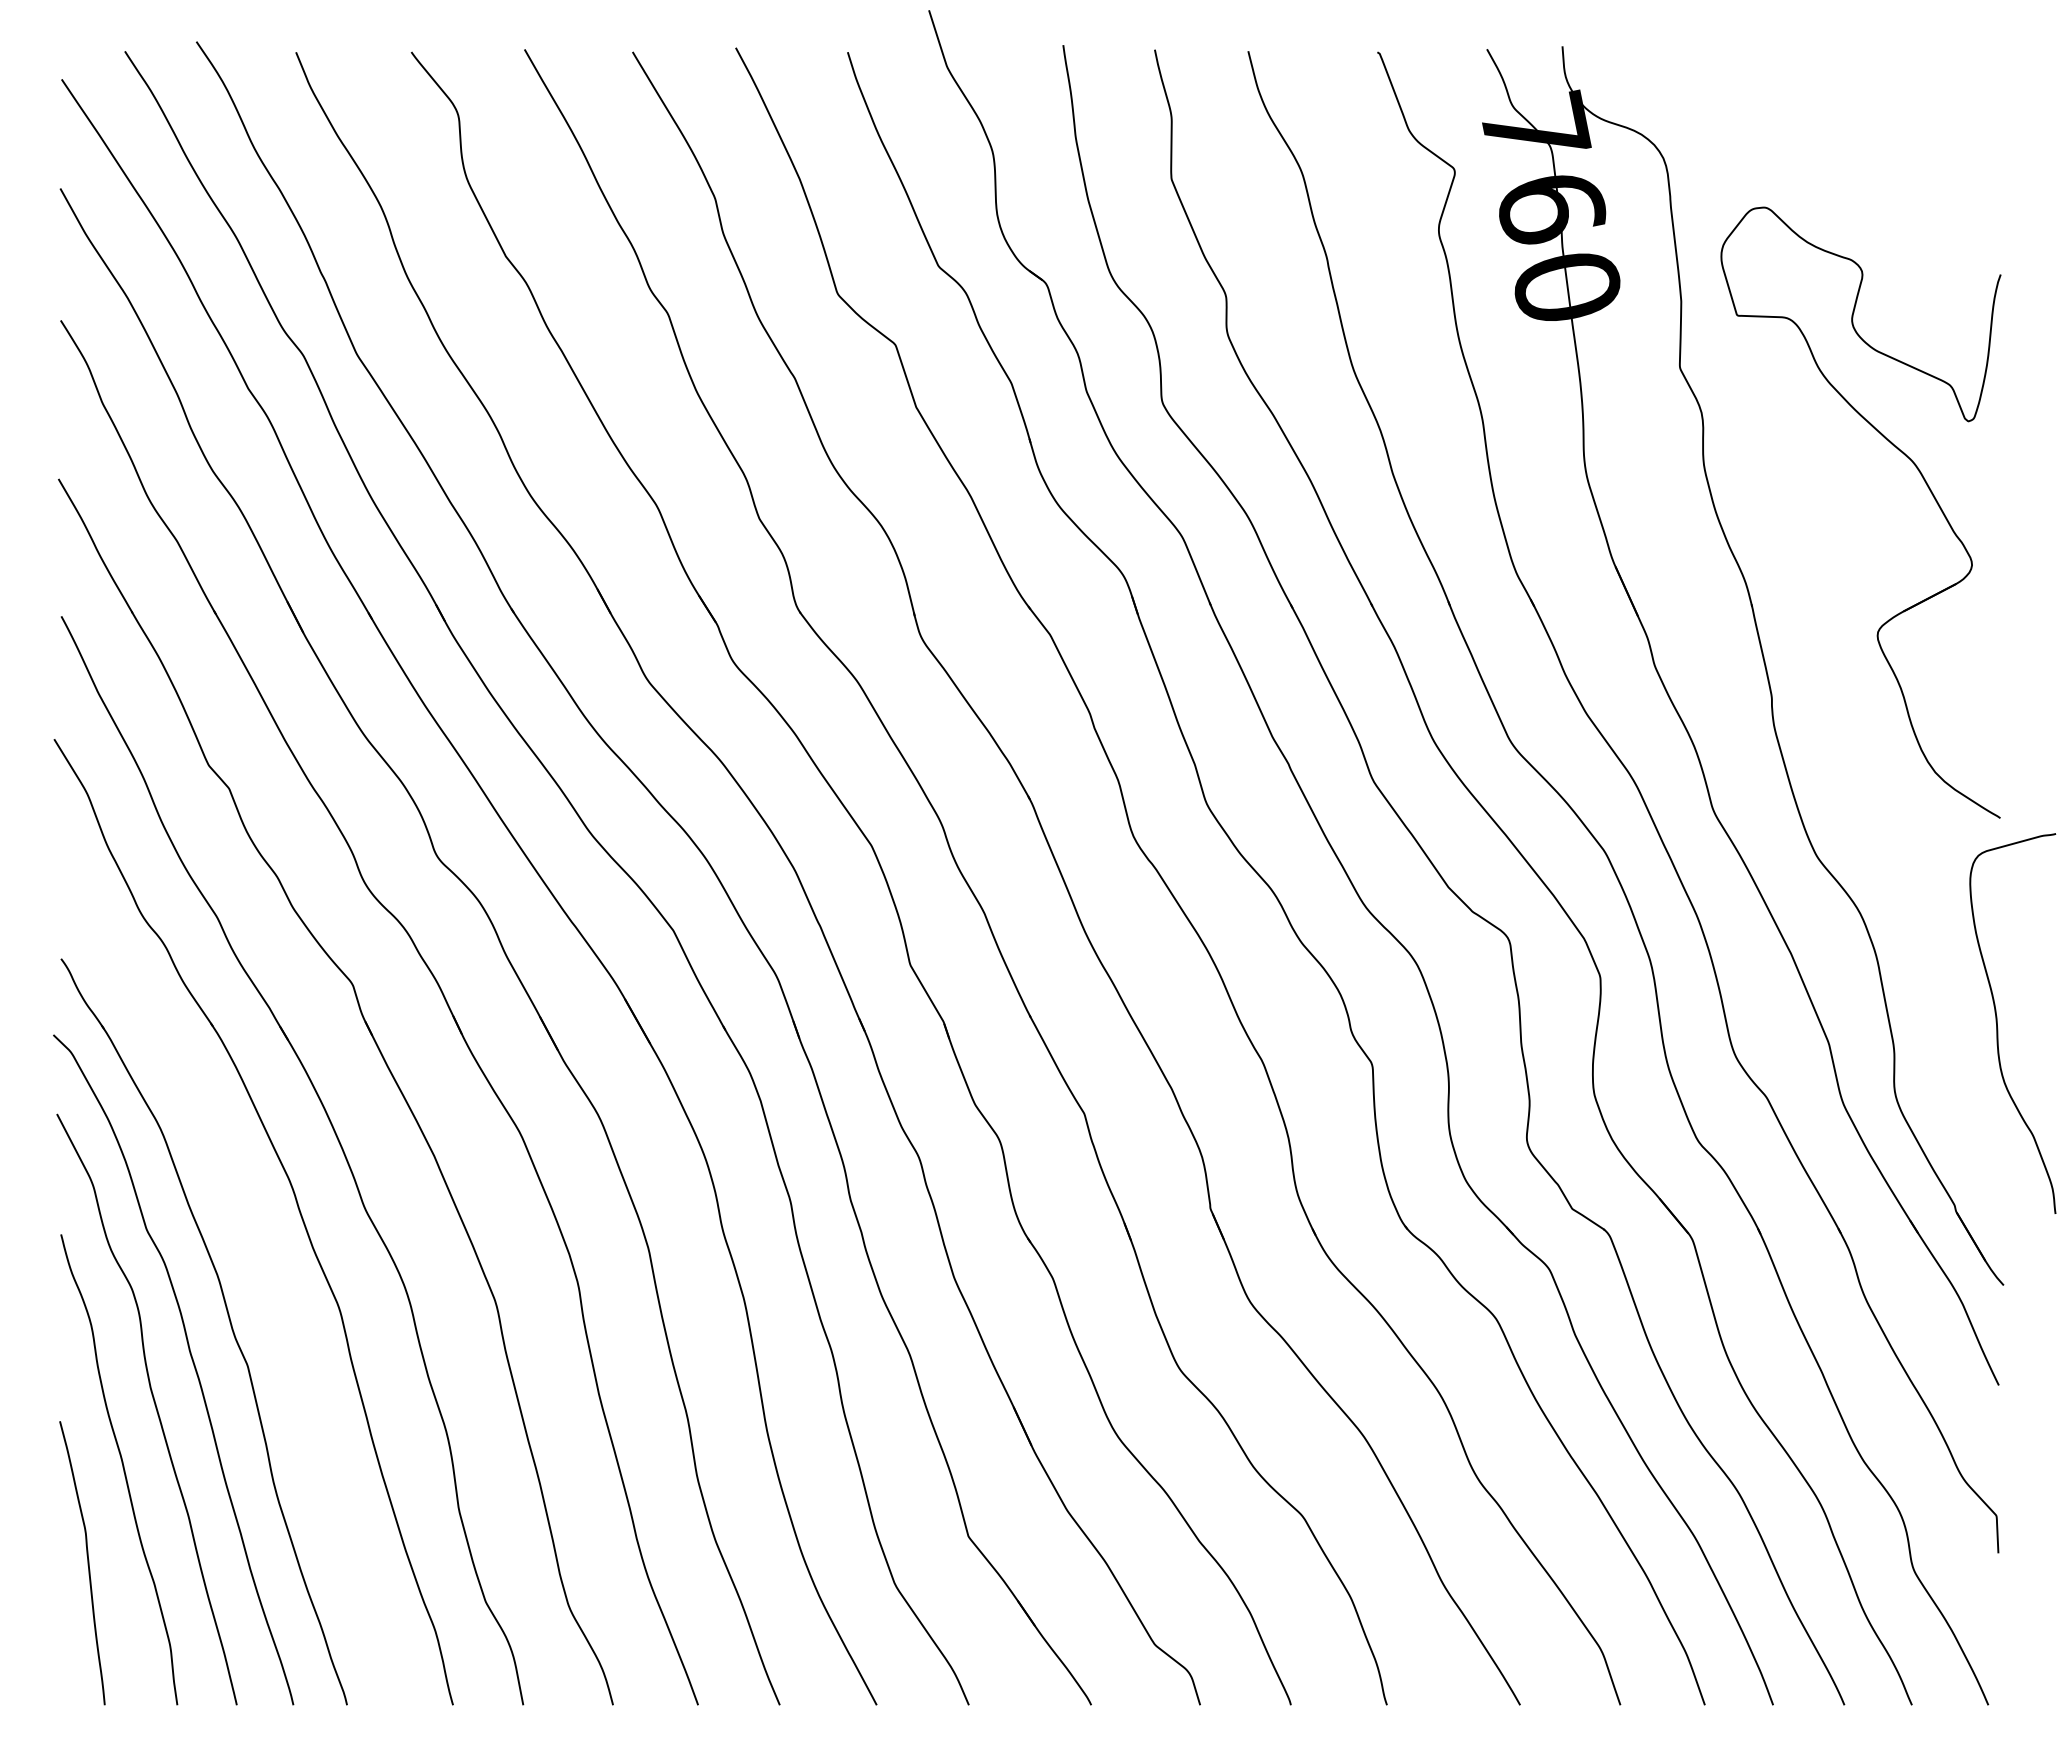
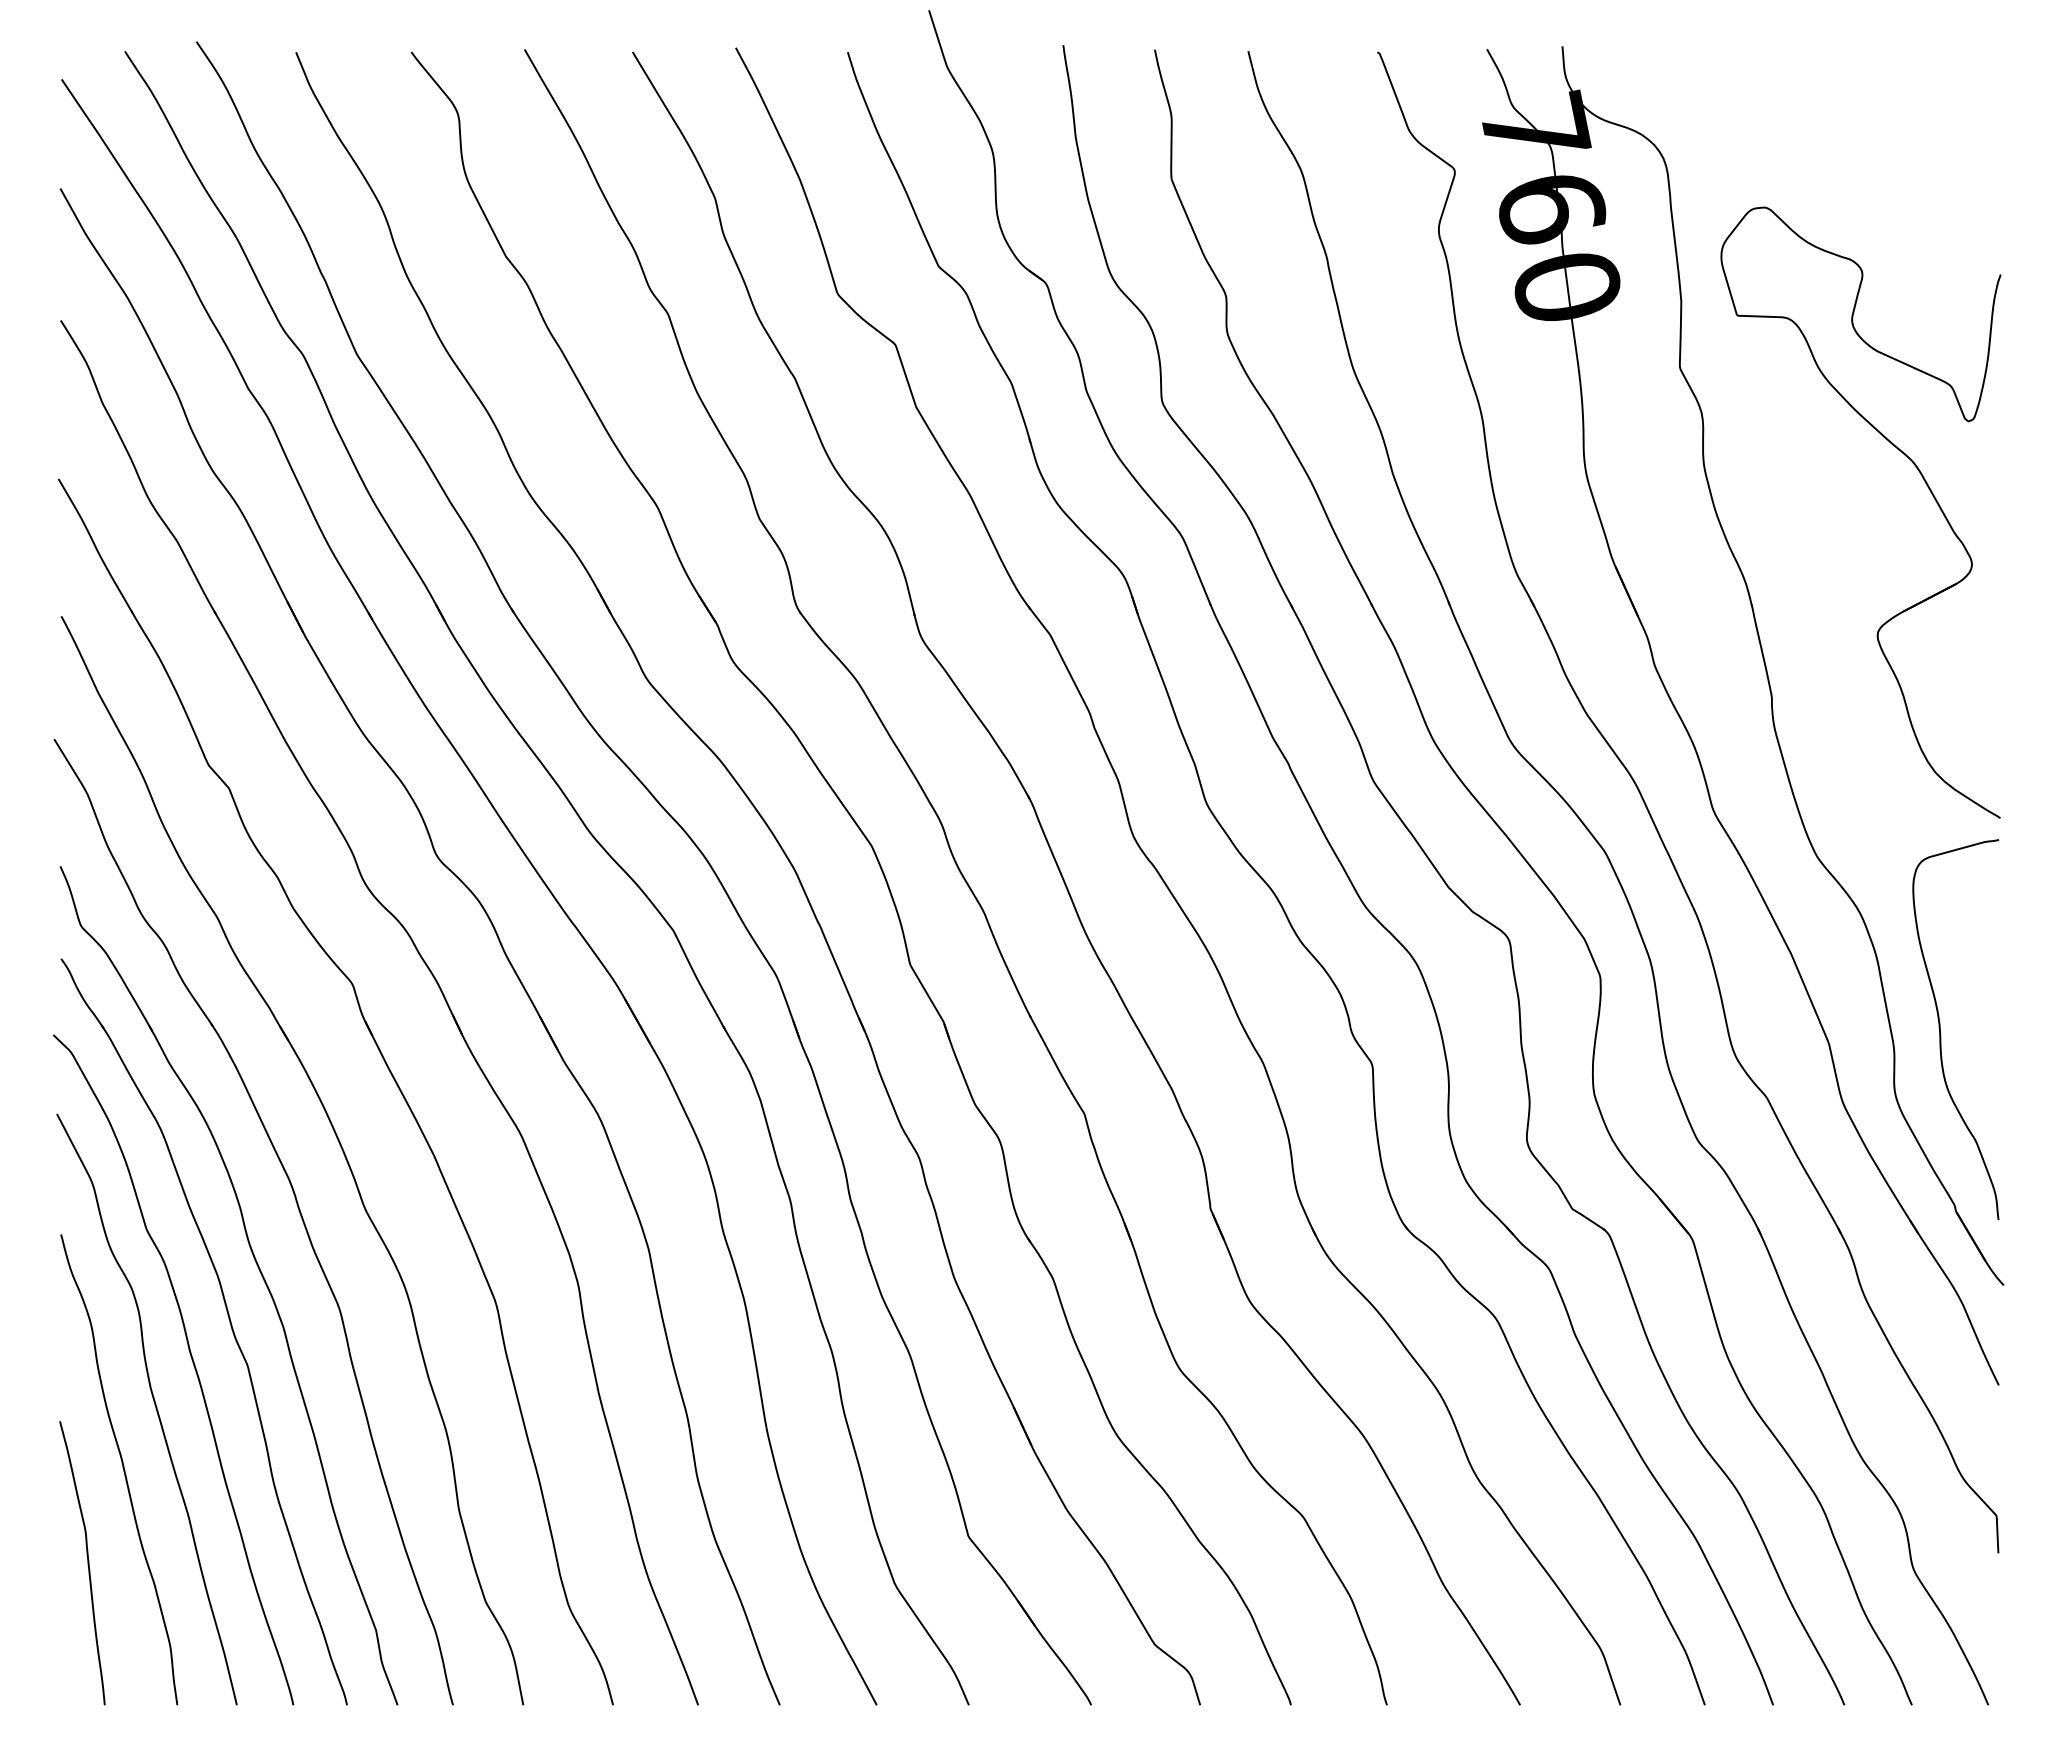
curve at (1998, 1028) position: (1998, 1028) -> (1941, 1034)
part at (260, 1274): none -> present
